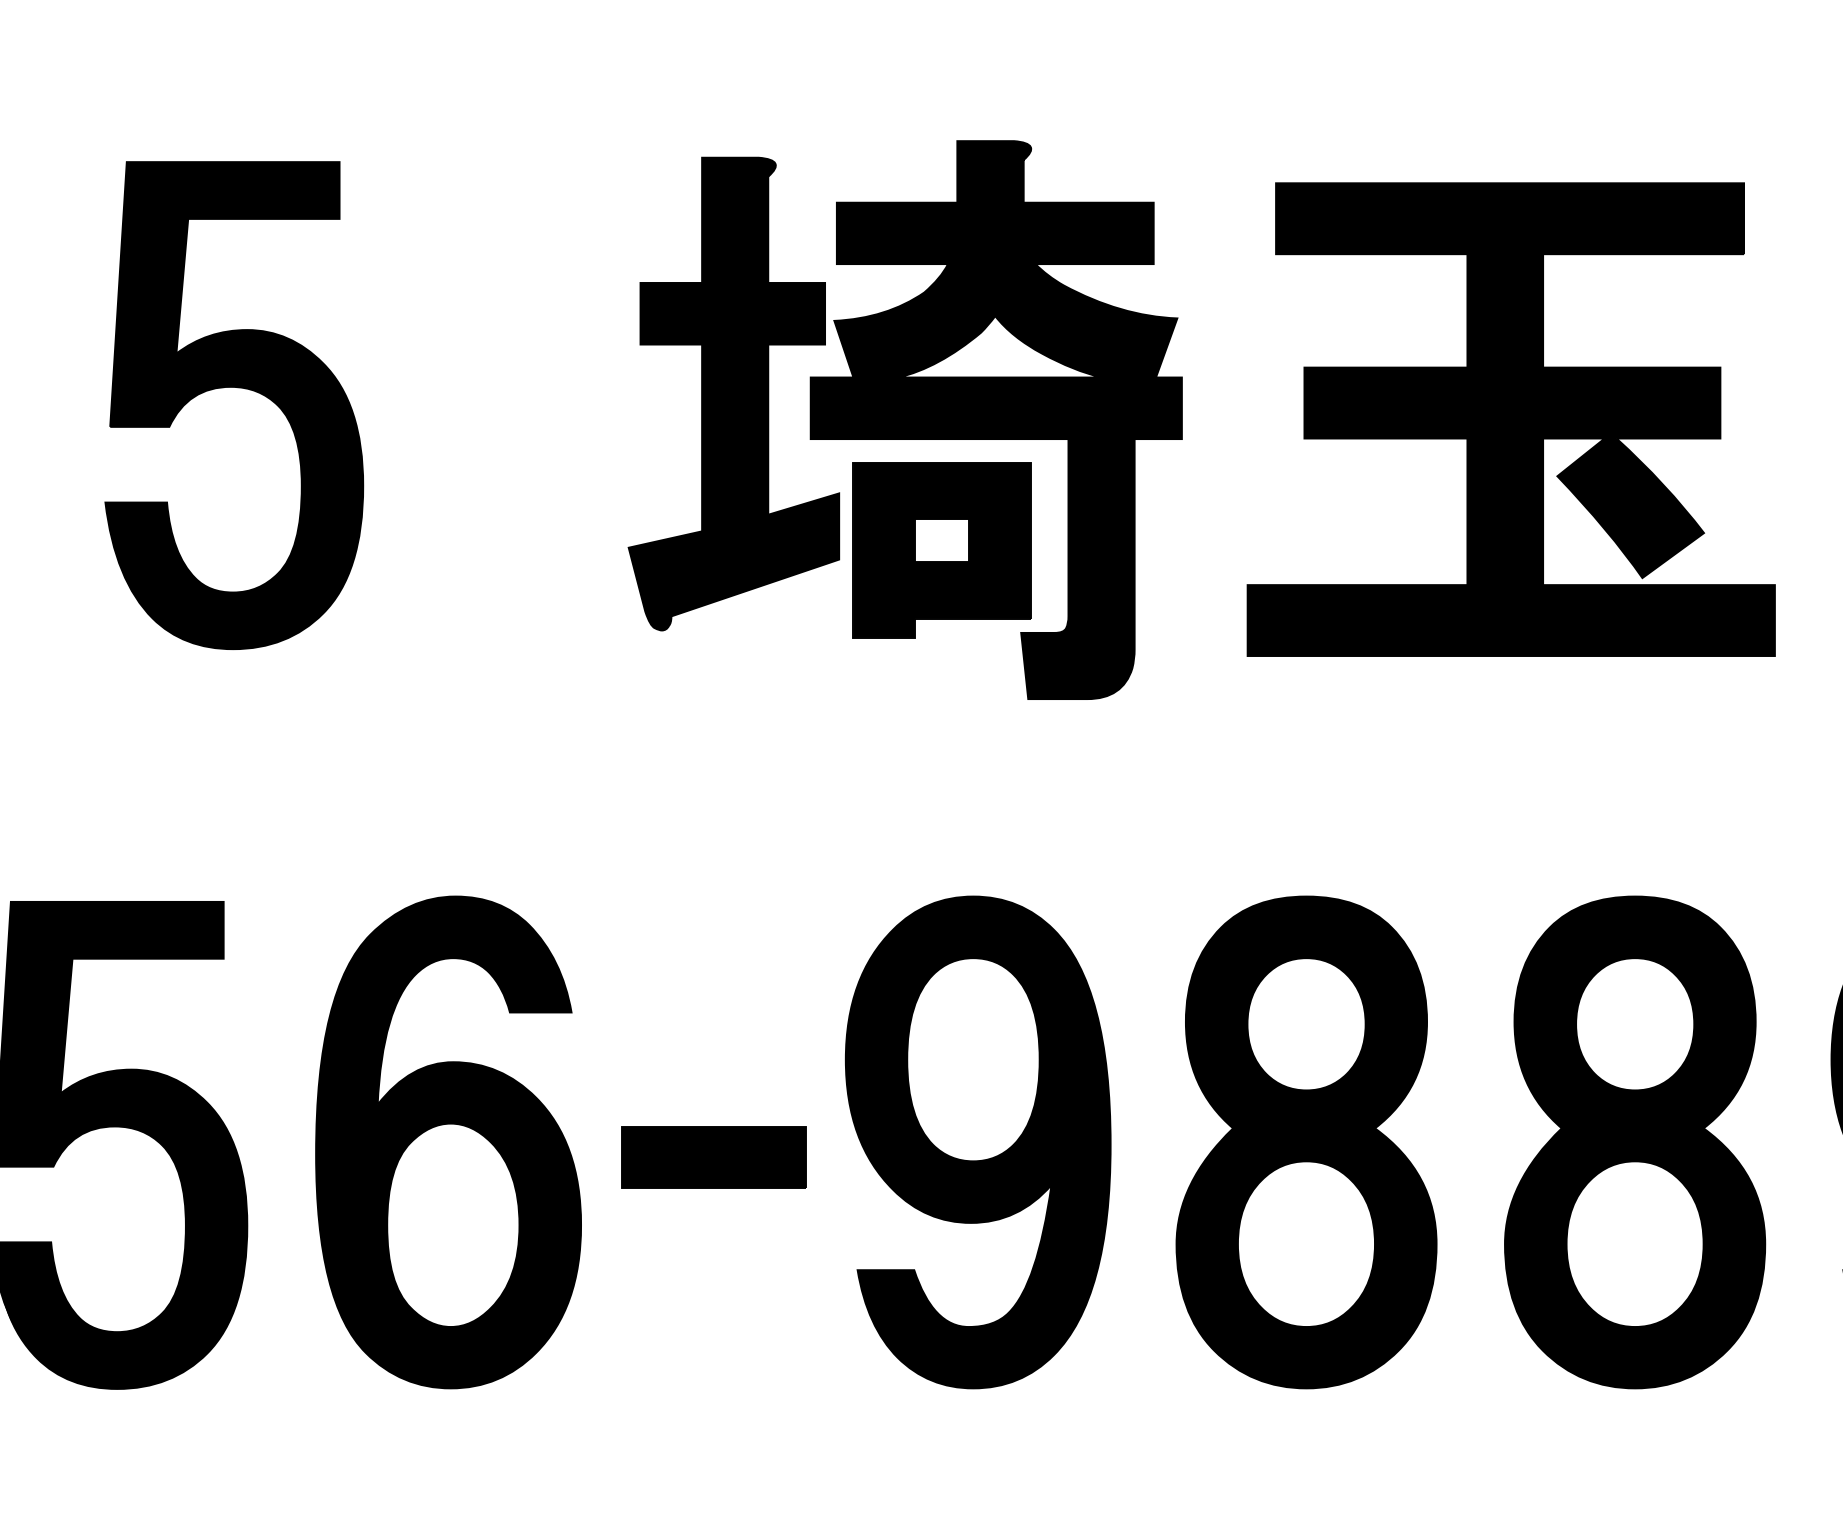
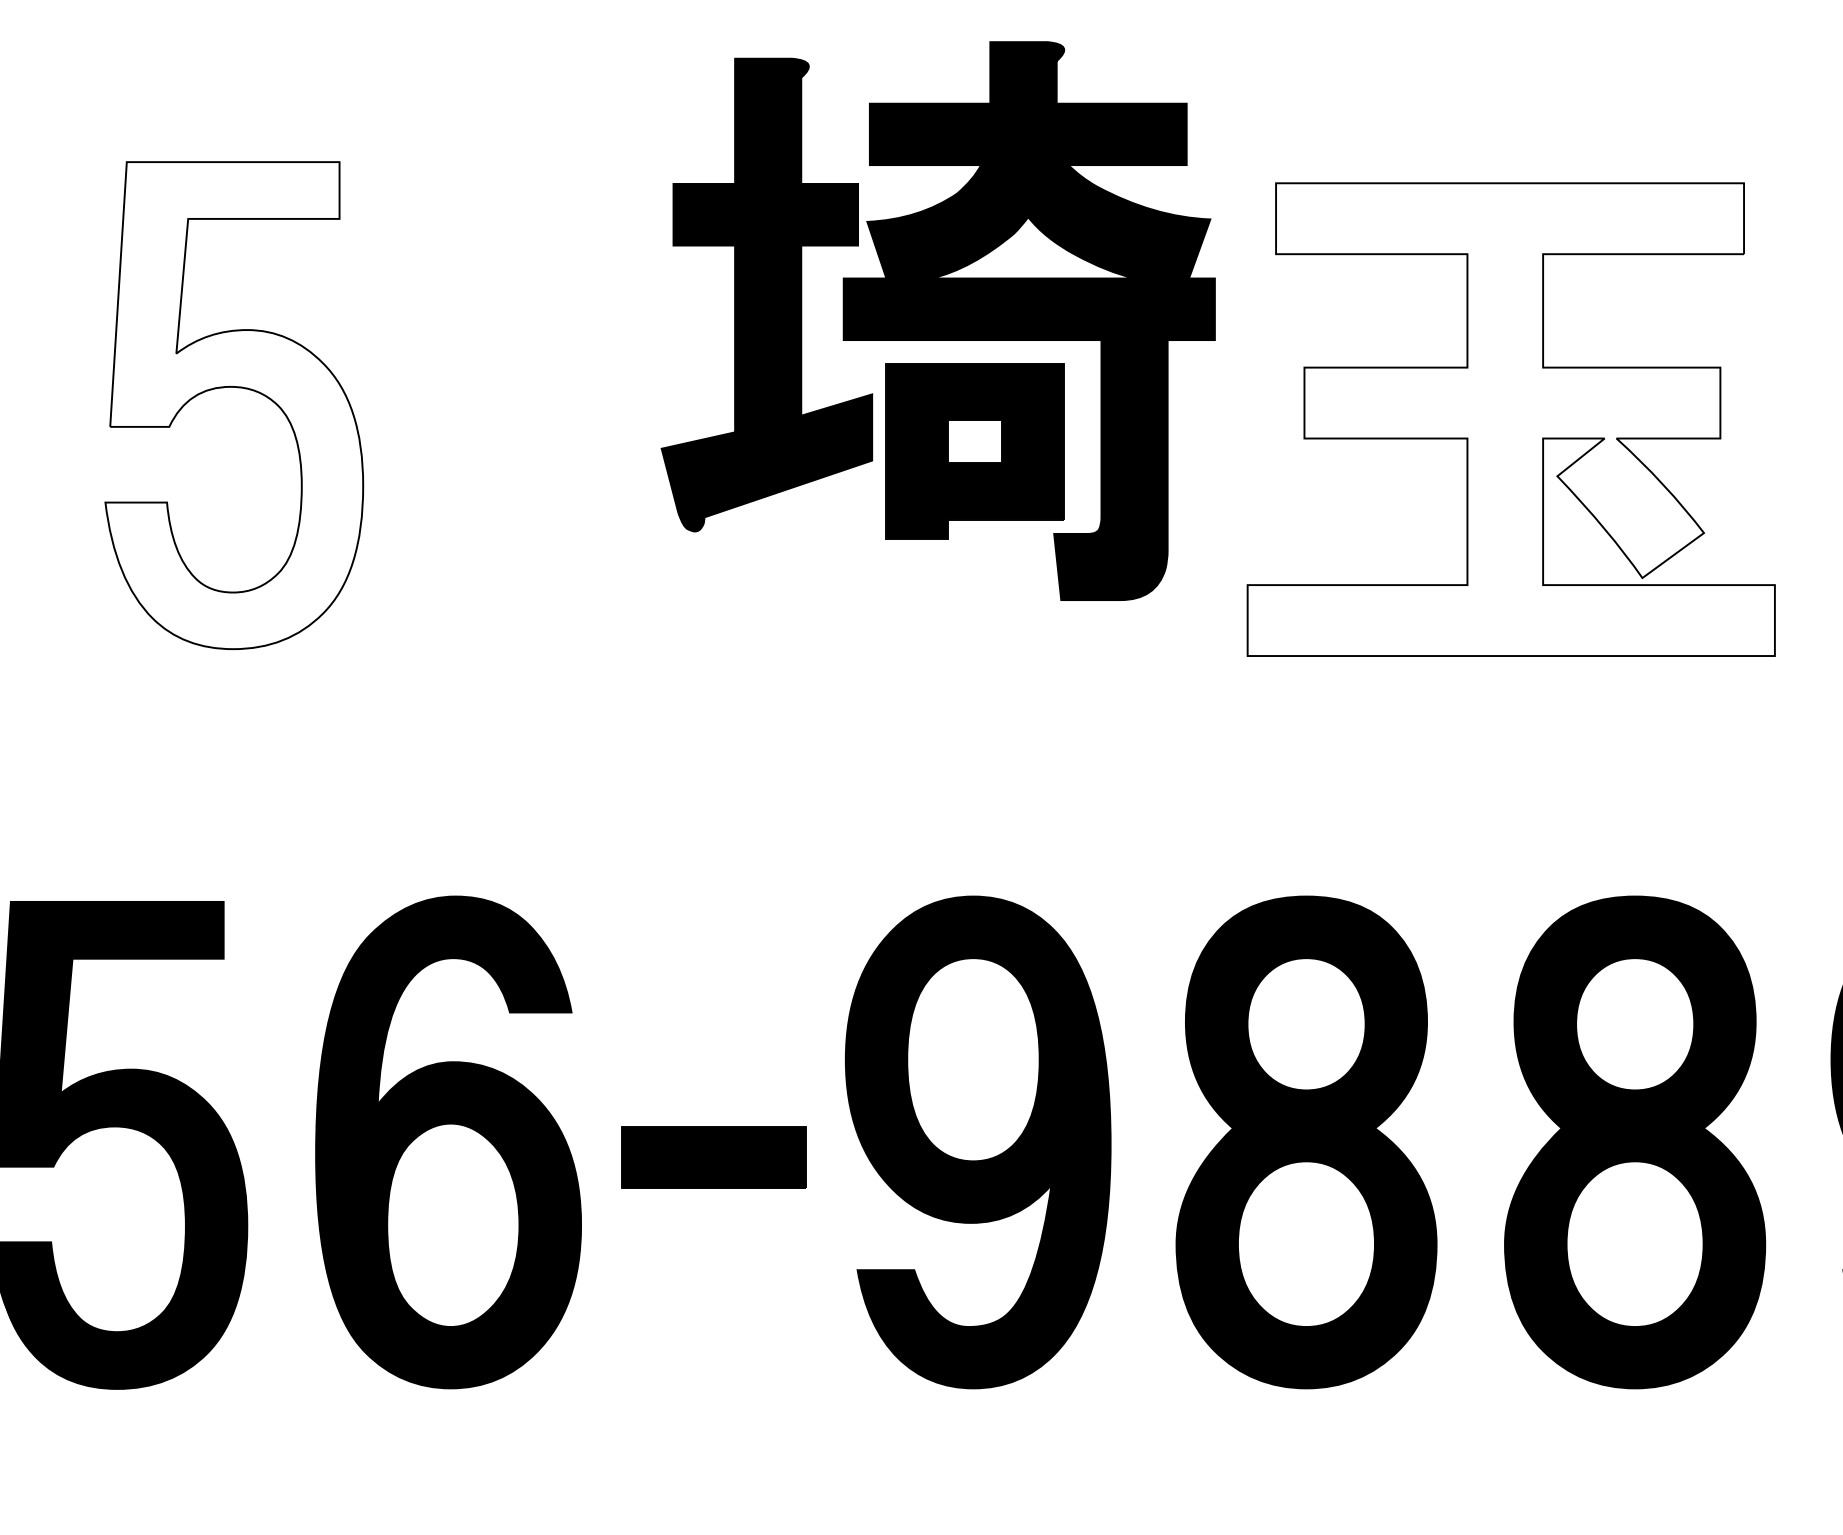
fill at (234, 405): present -> none
part at (904, 419) position: (904, 419) -> (937, 320)
fill at (1510, 419): present -> none
